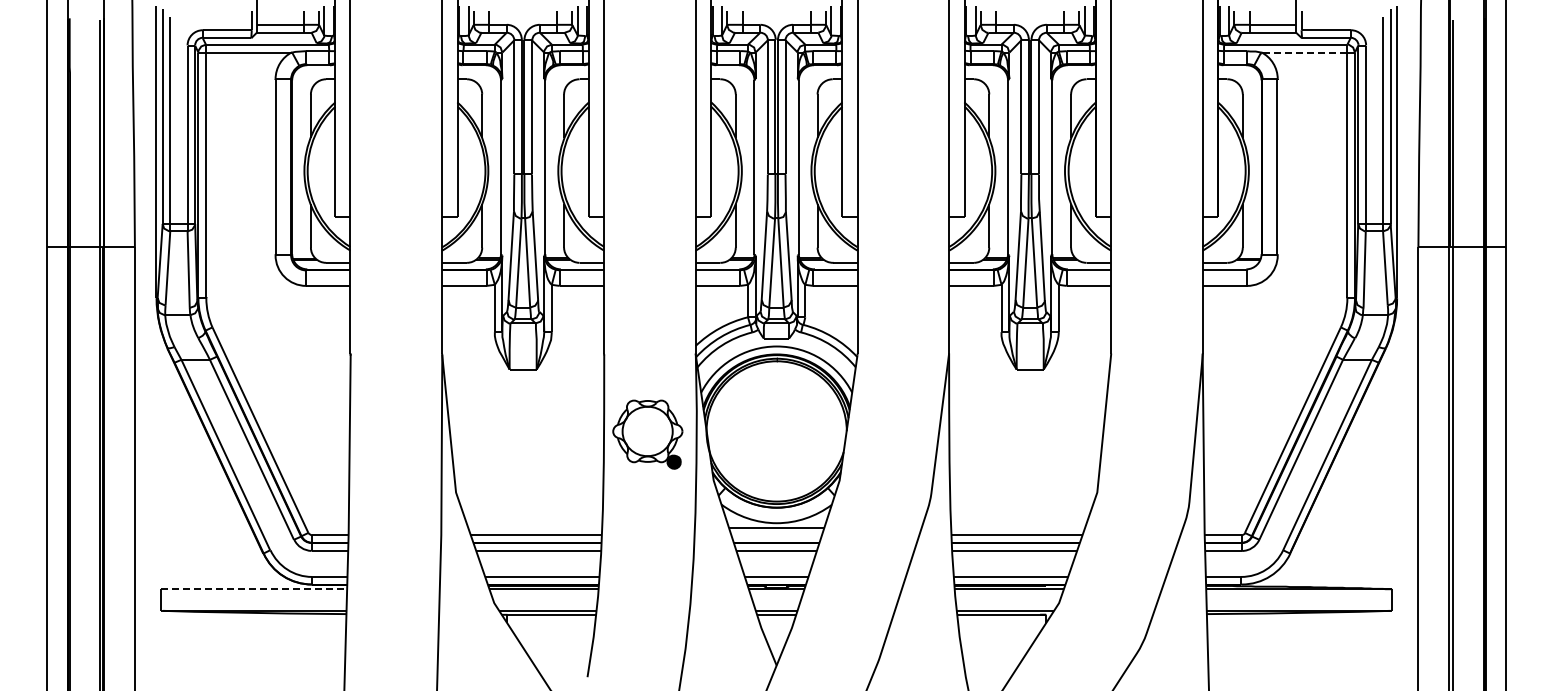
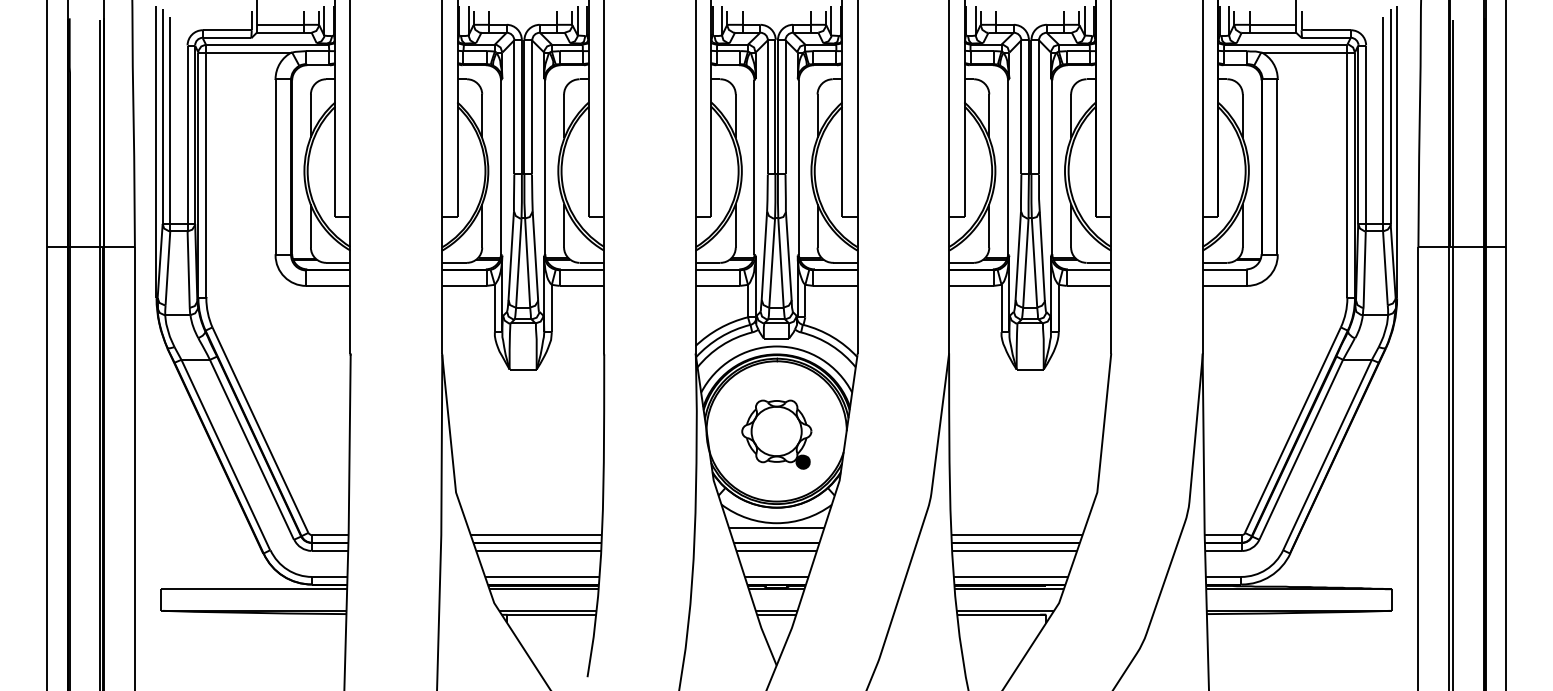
line at (1303, 52): dashed -> solid
part at (647, 434) position: (647, 434) -> (776, 434)
line at (254, 589): dashed -> solid
